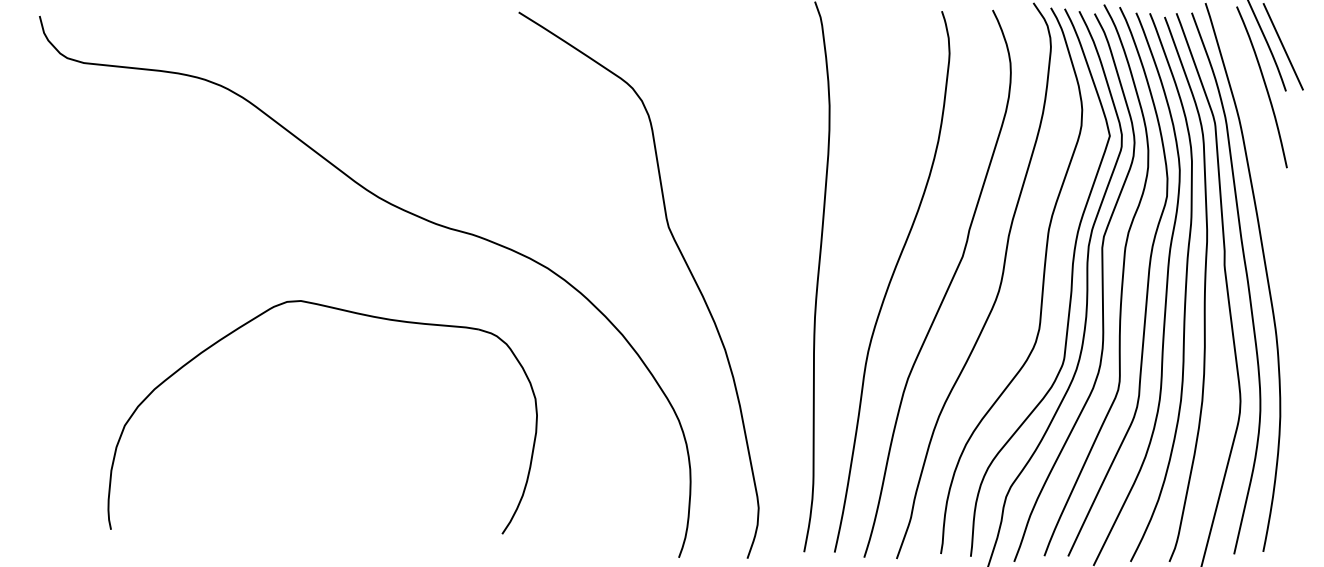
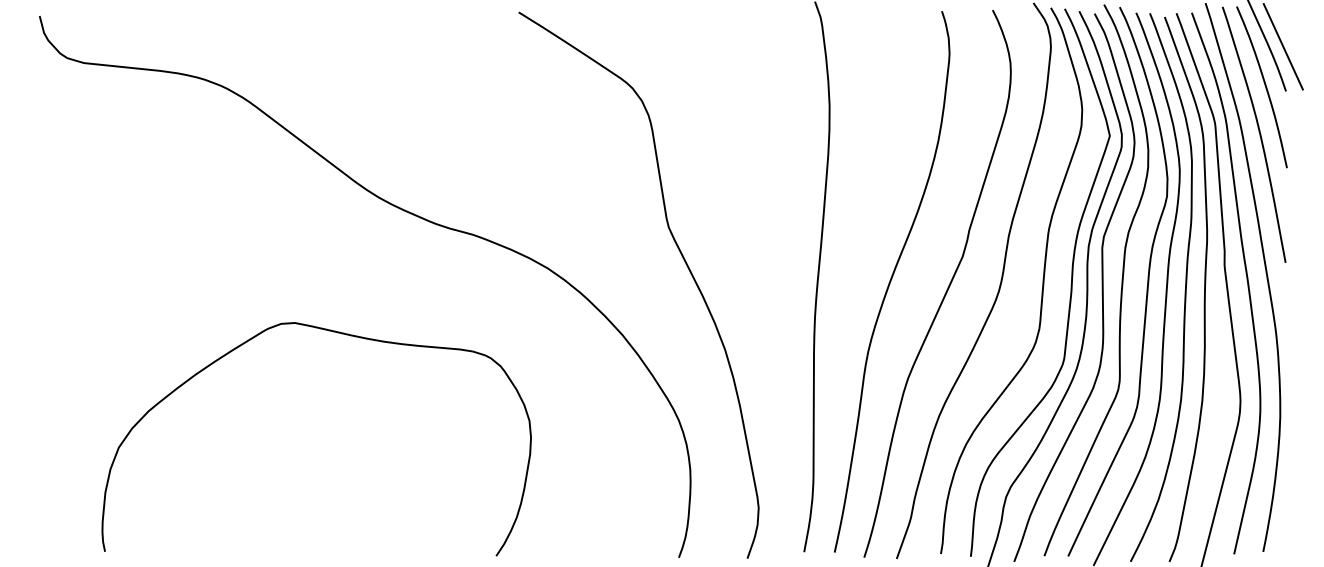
curve at (1258, 132): none -> present
part at (343, 311) position: (343, 311) -> (337, 333)
